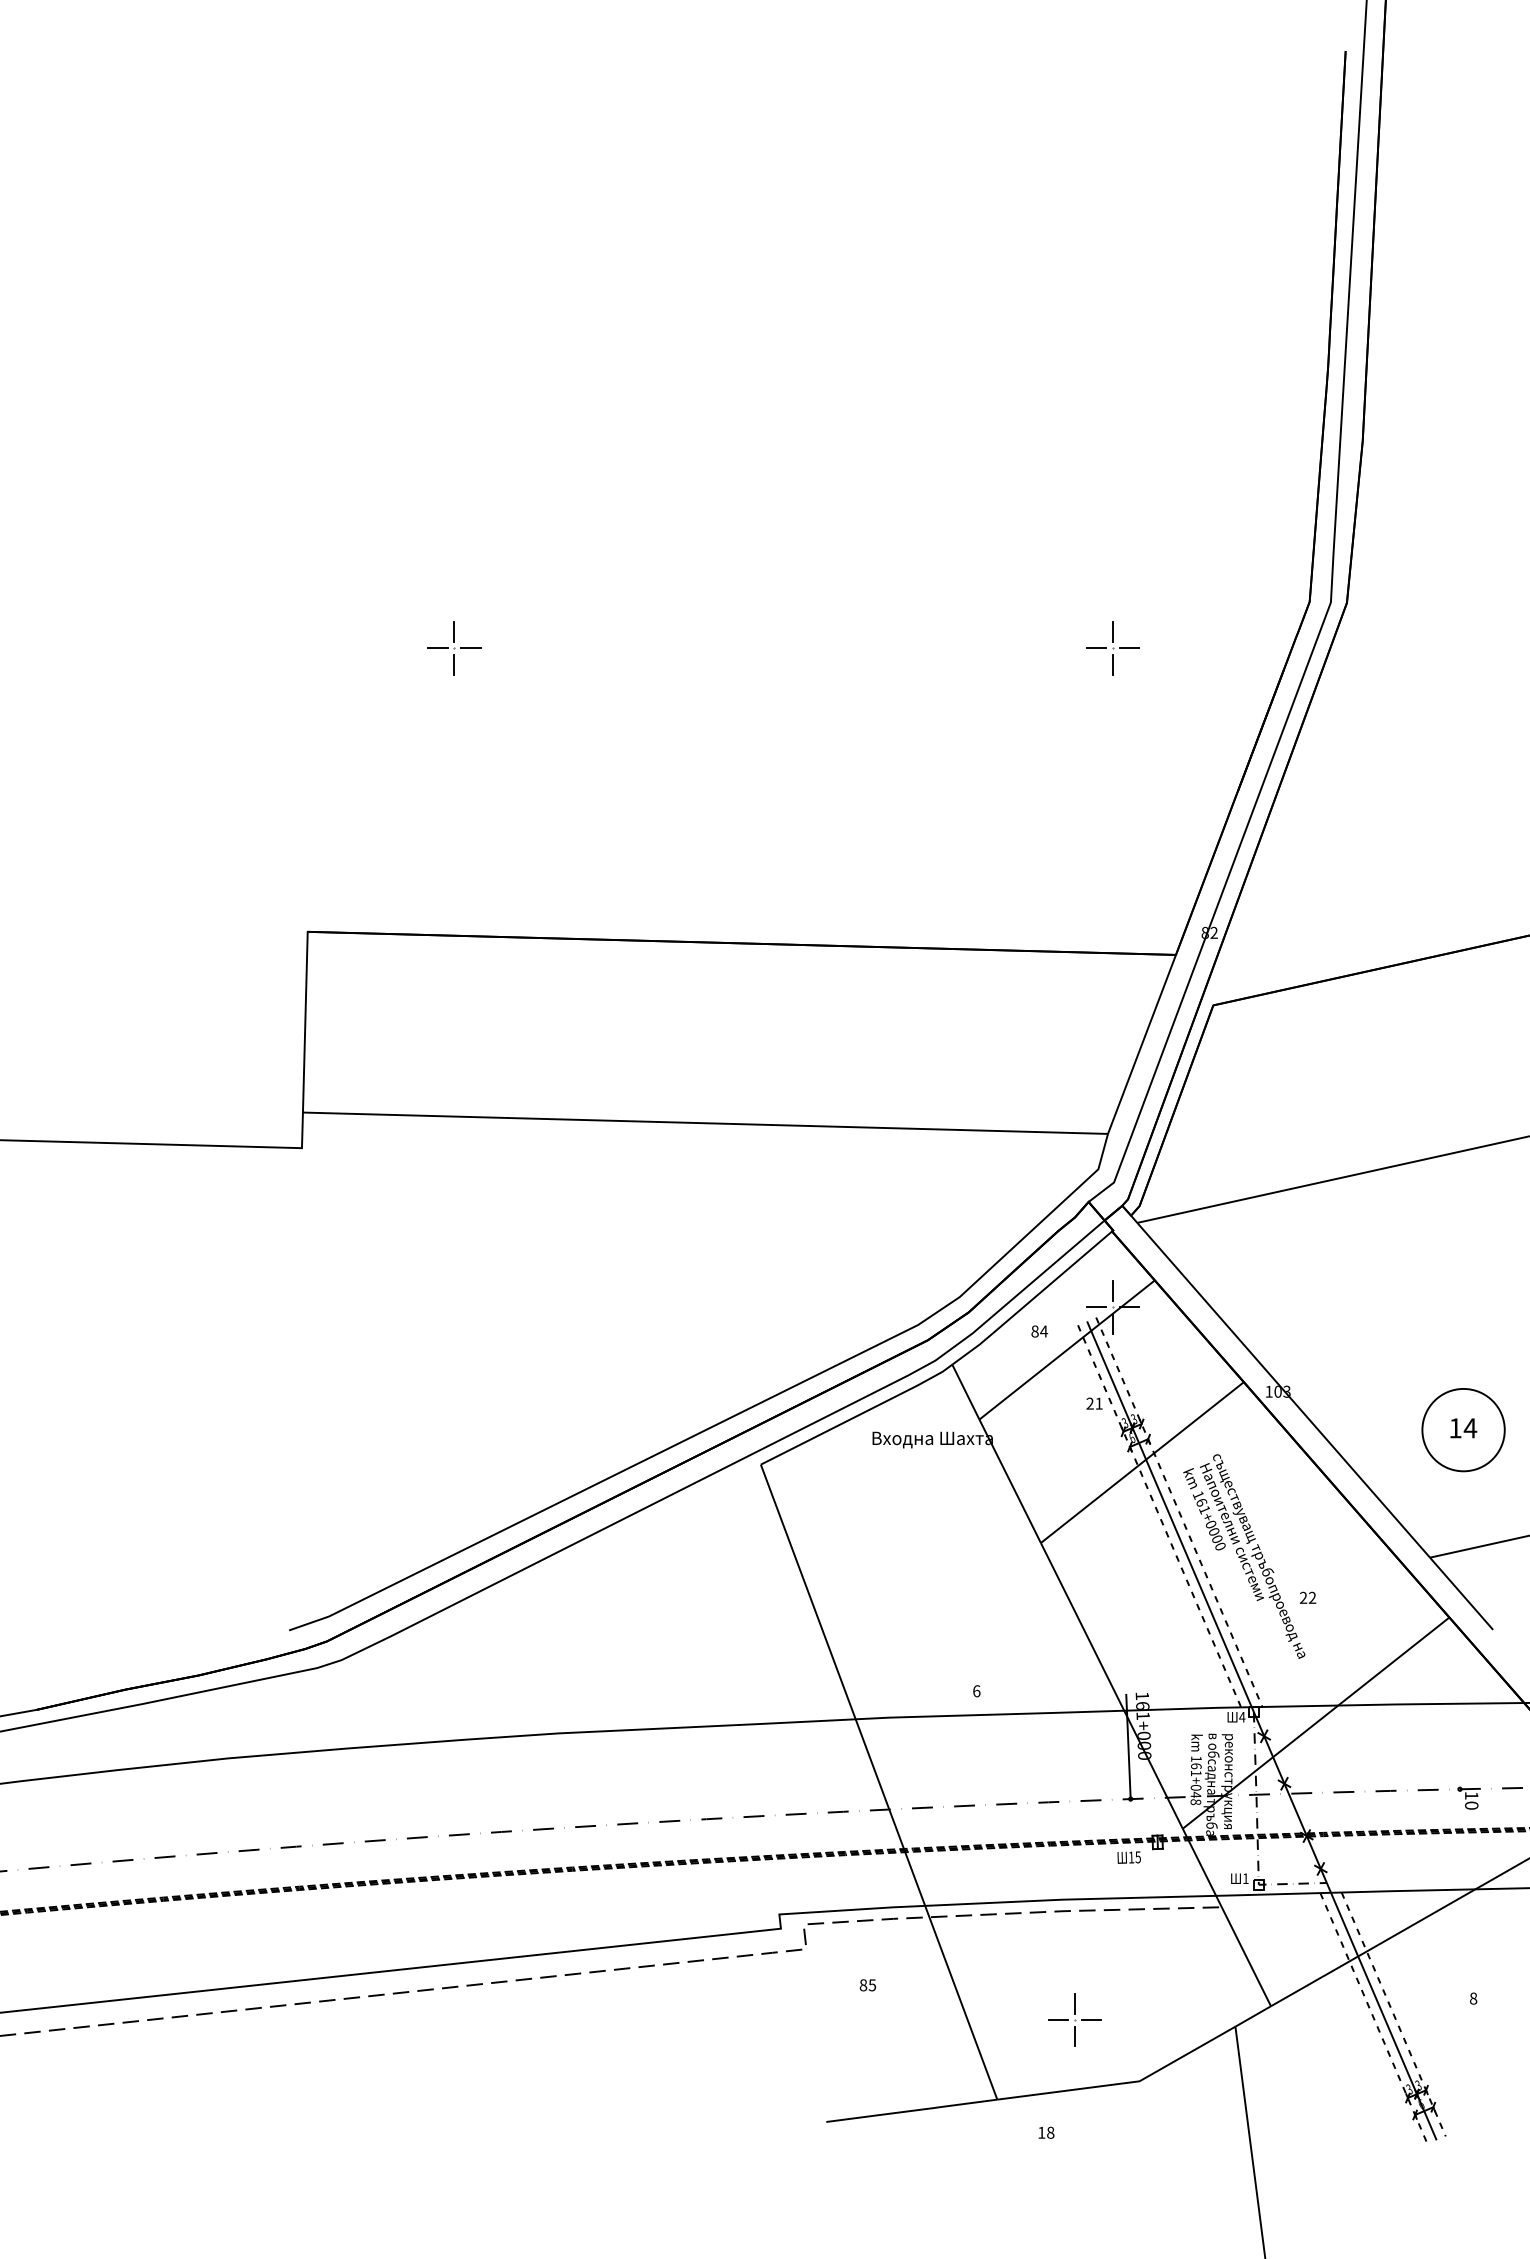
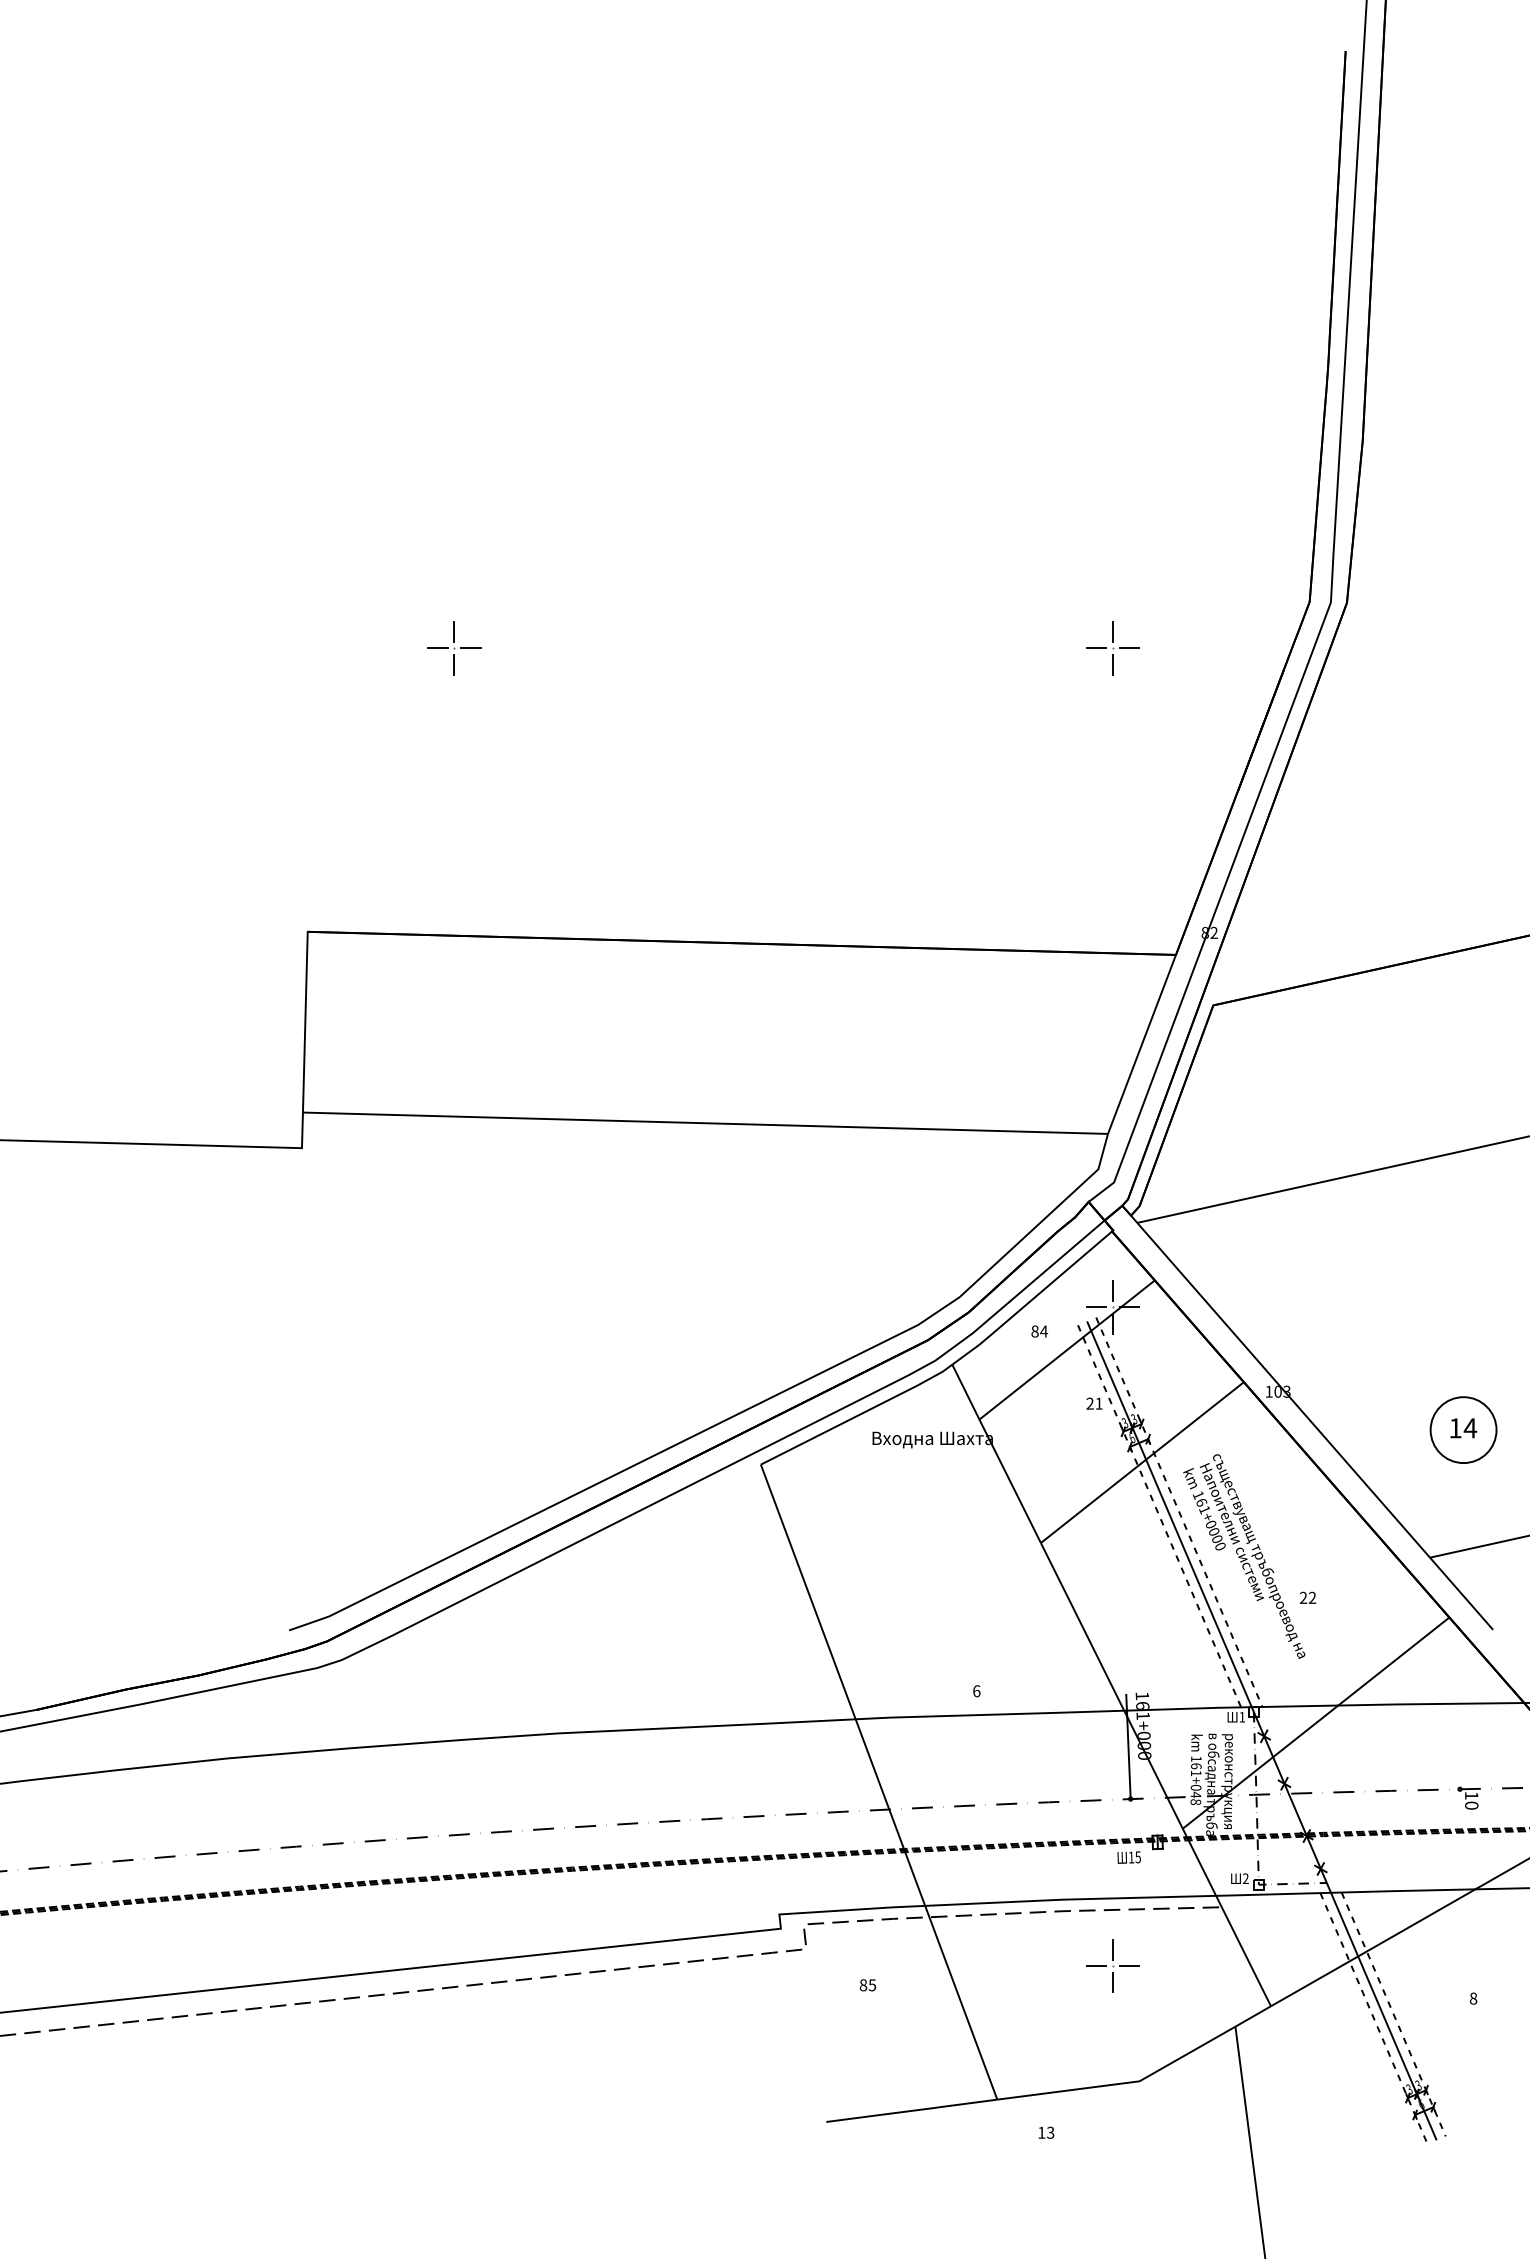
circle at (1463, 1429) diameter: 82 px -> 66 px
text at (1242, 1717): 4 -> 1
text at (1245, 1878): 1 -> 2
part at (1074, 2019) position: (1074, 2019) -> (1112, 1965)
text at (1050, 2132): 18 -> 13
